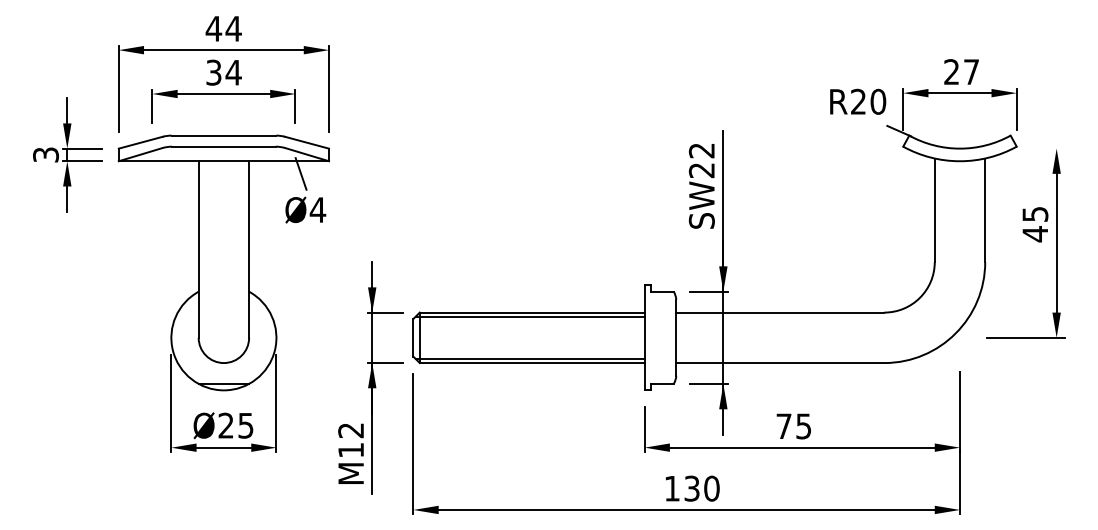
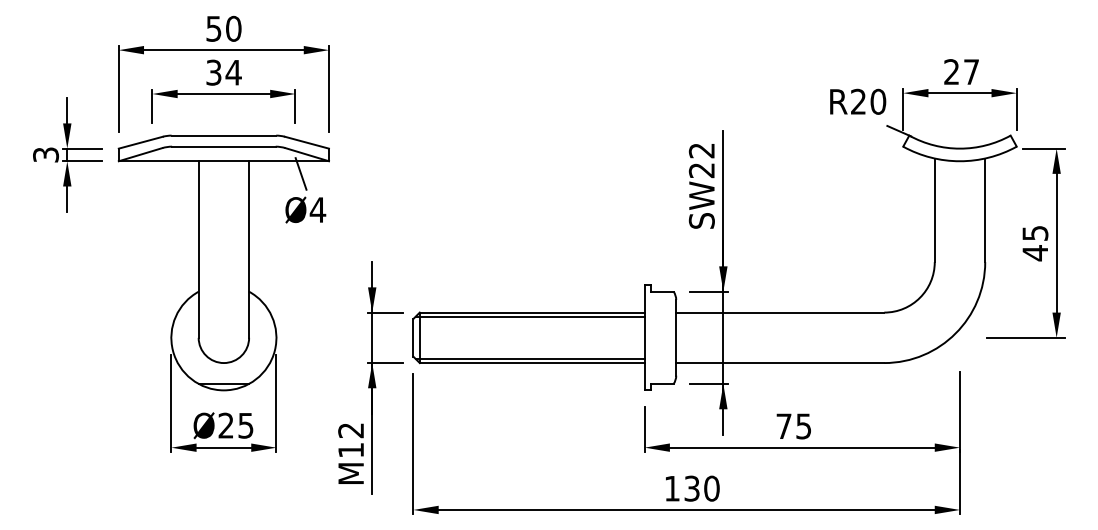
text at (223, 28): 44 -> 50
line at (1043, 148): none -> present
text at (1035, 224) position: (1035, 224) -> (1035, 243)
